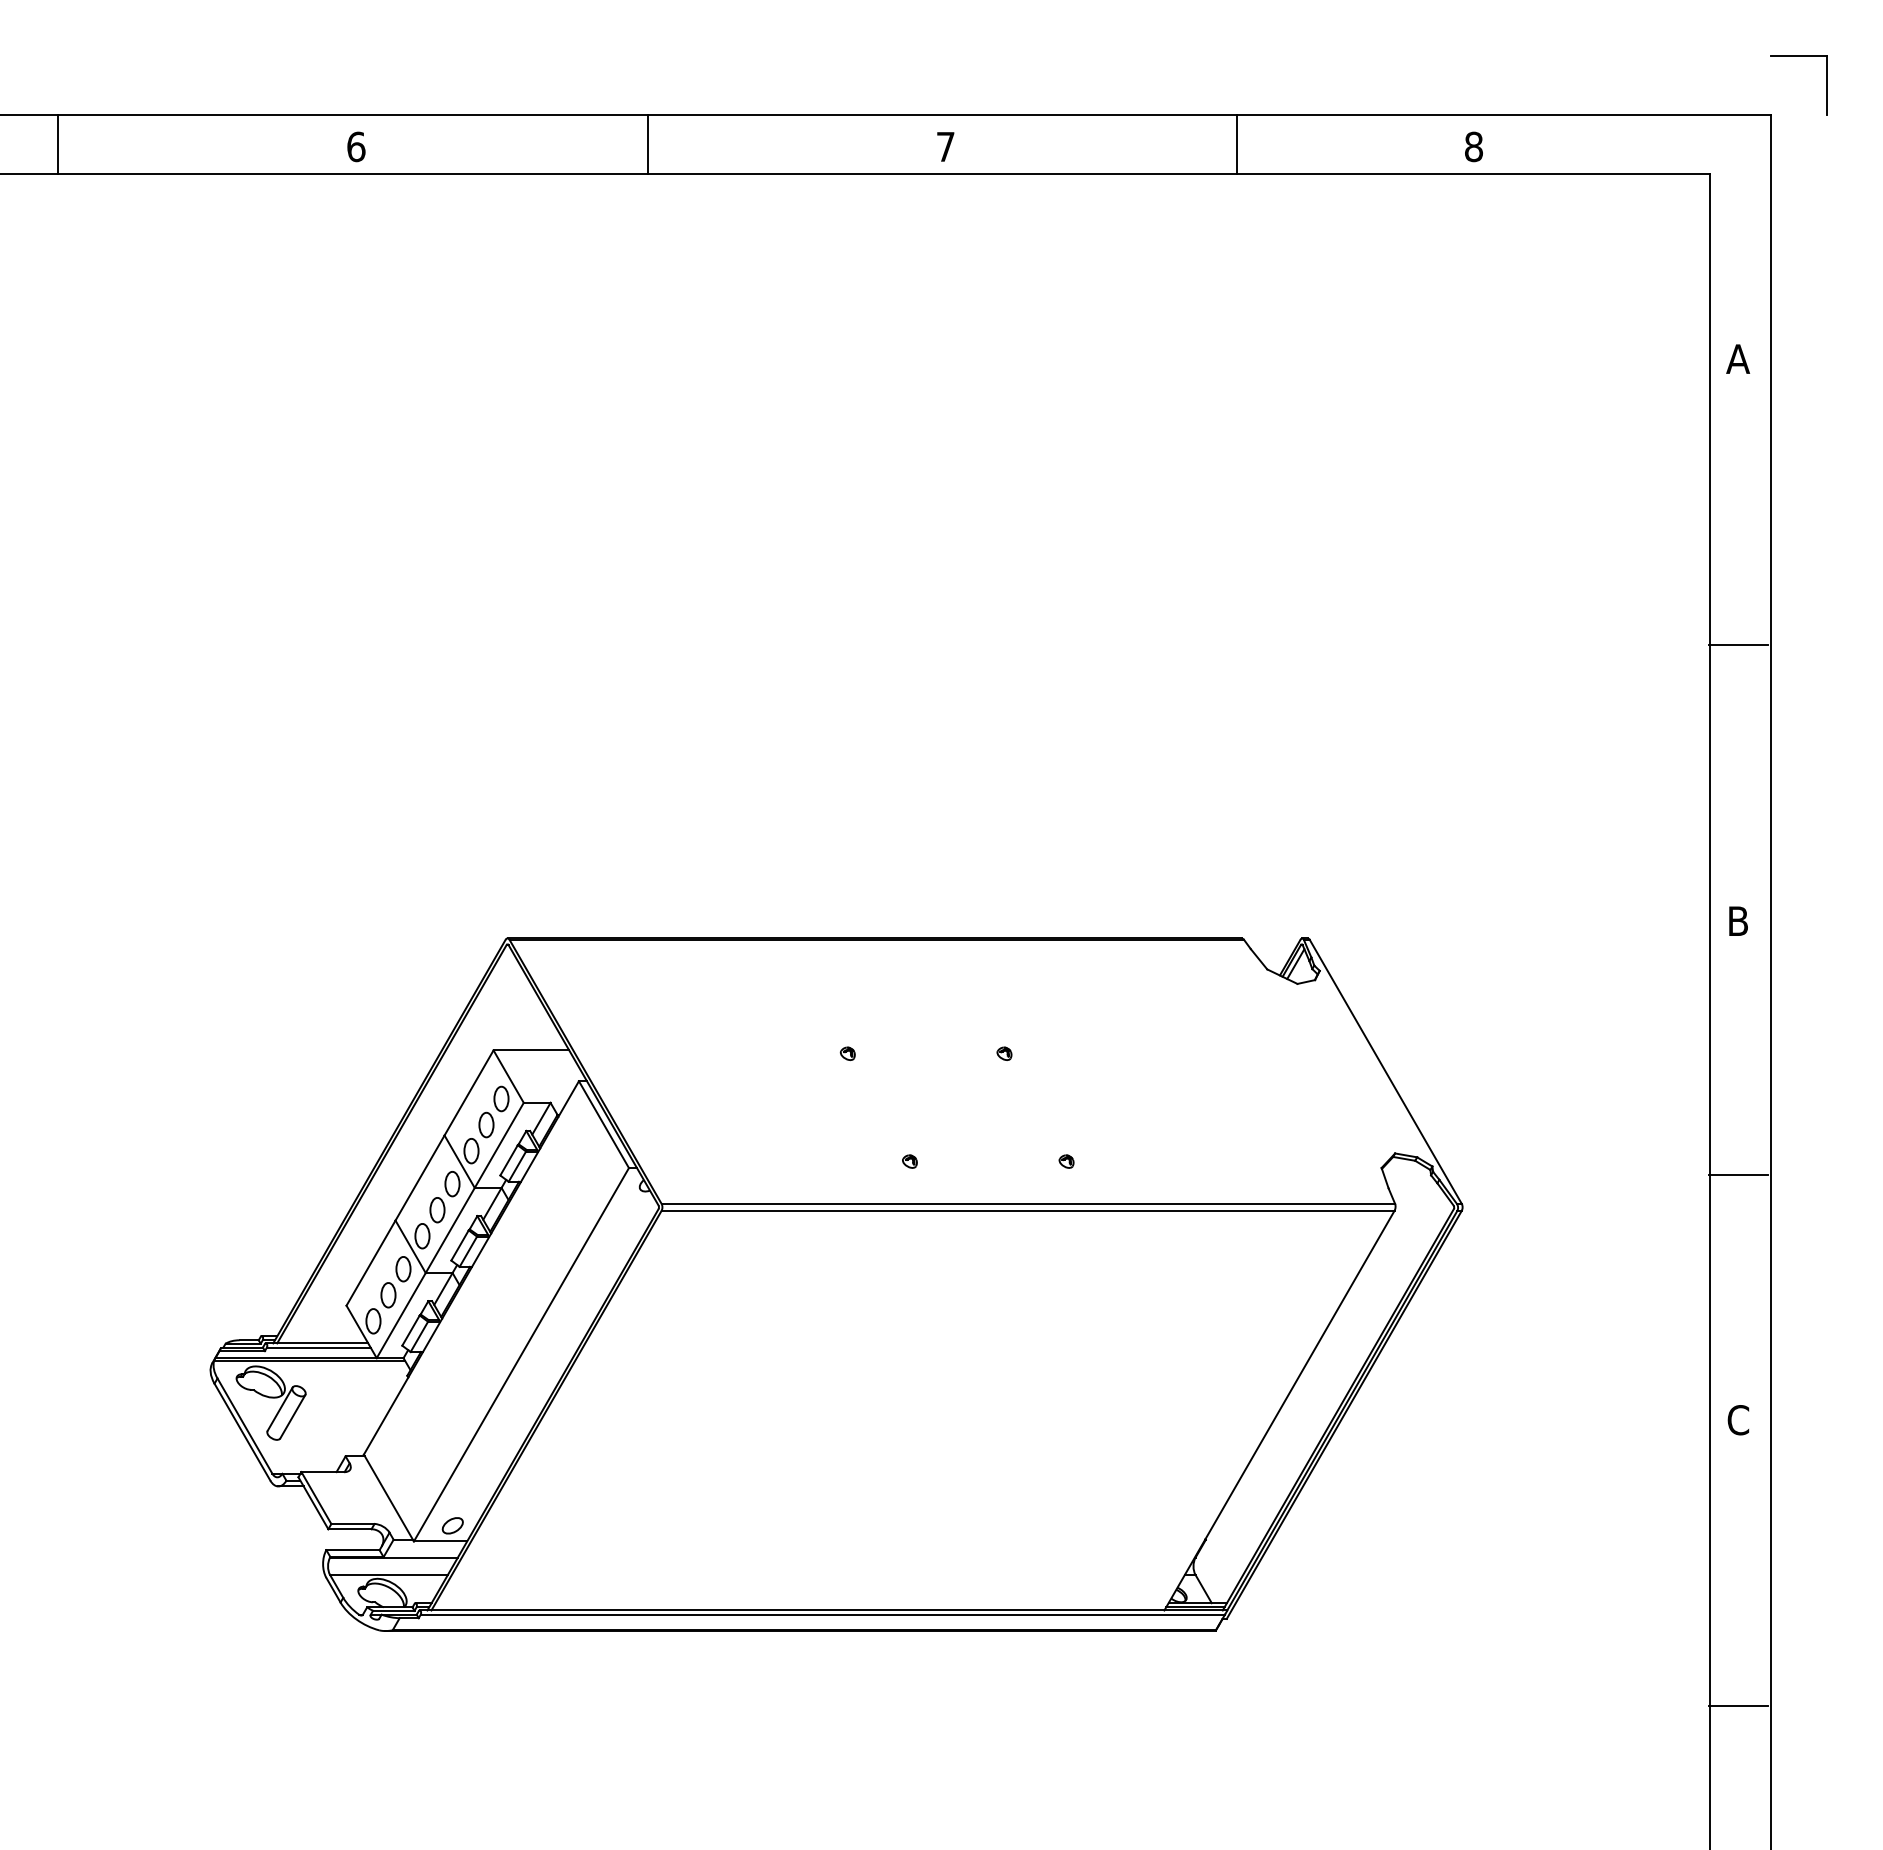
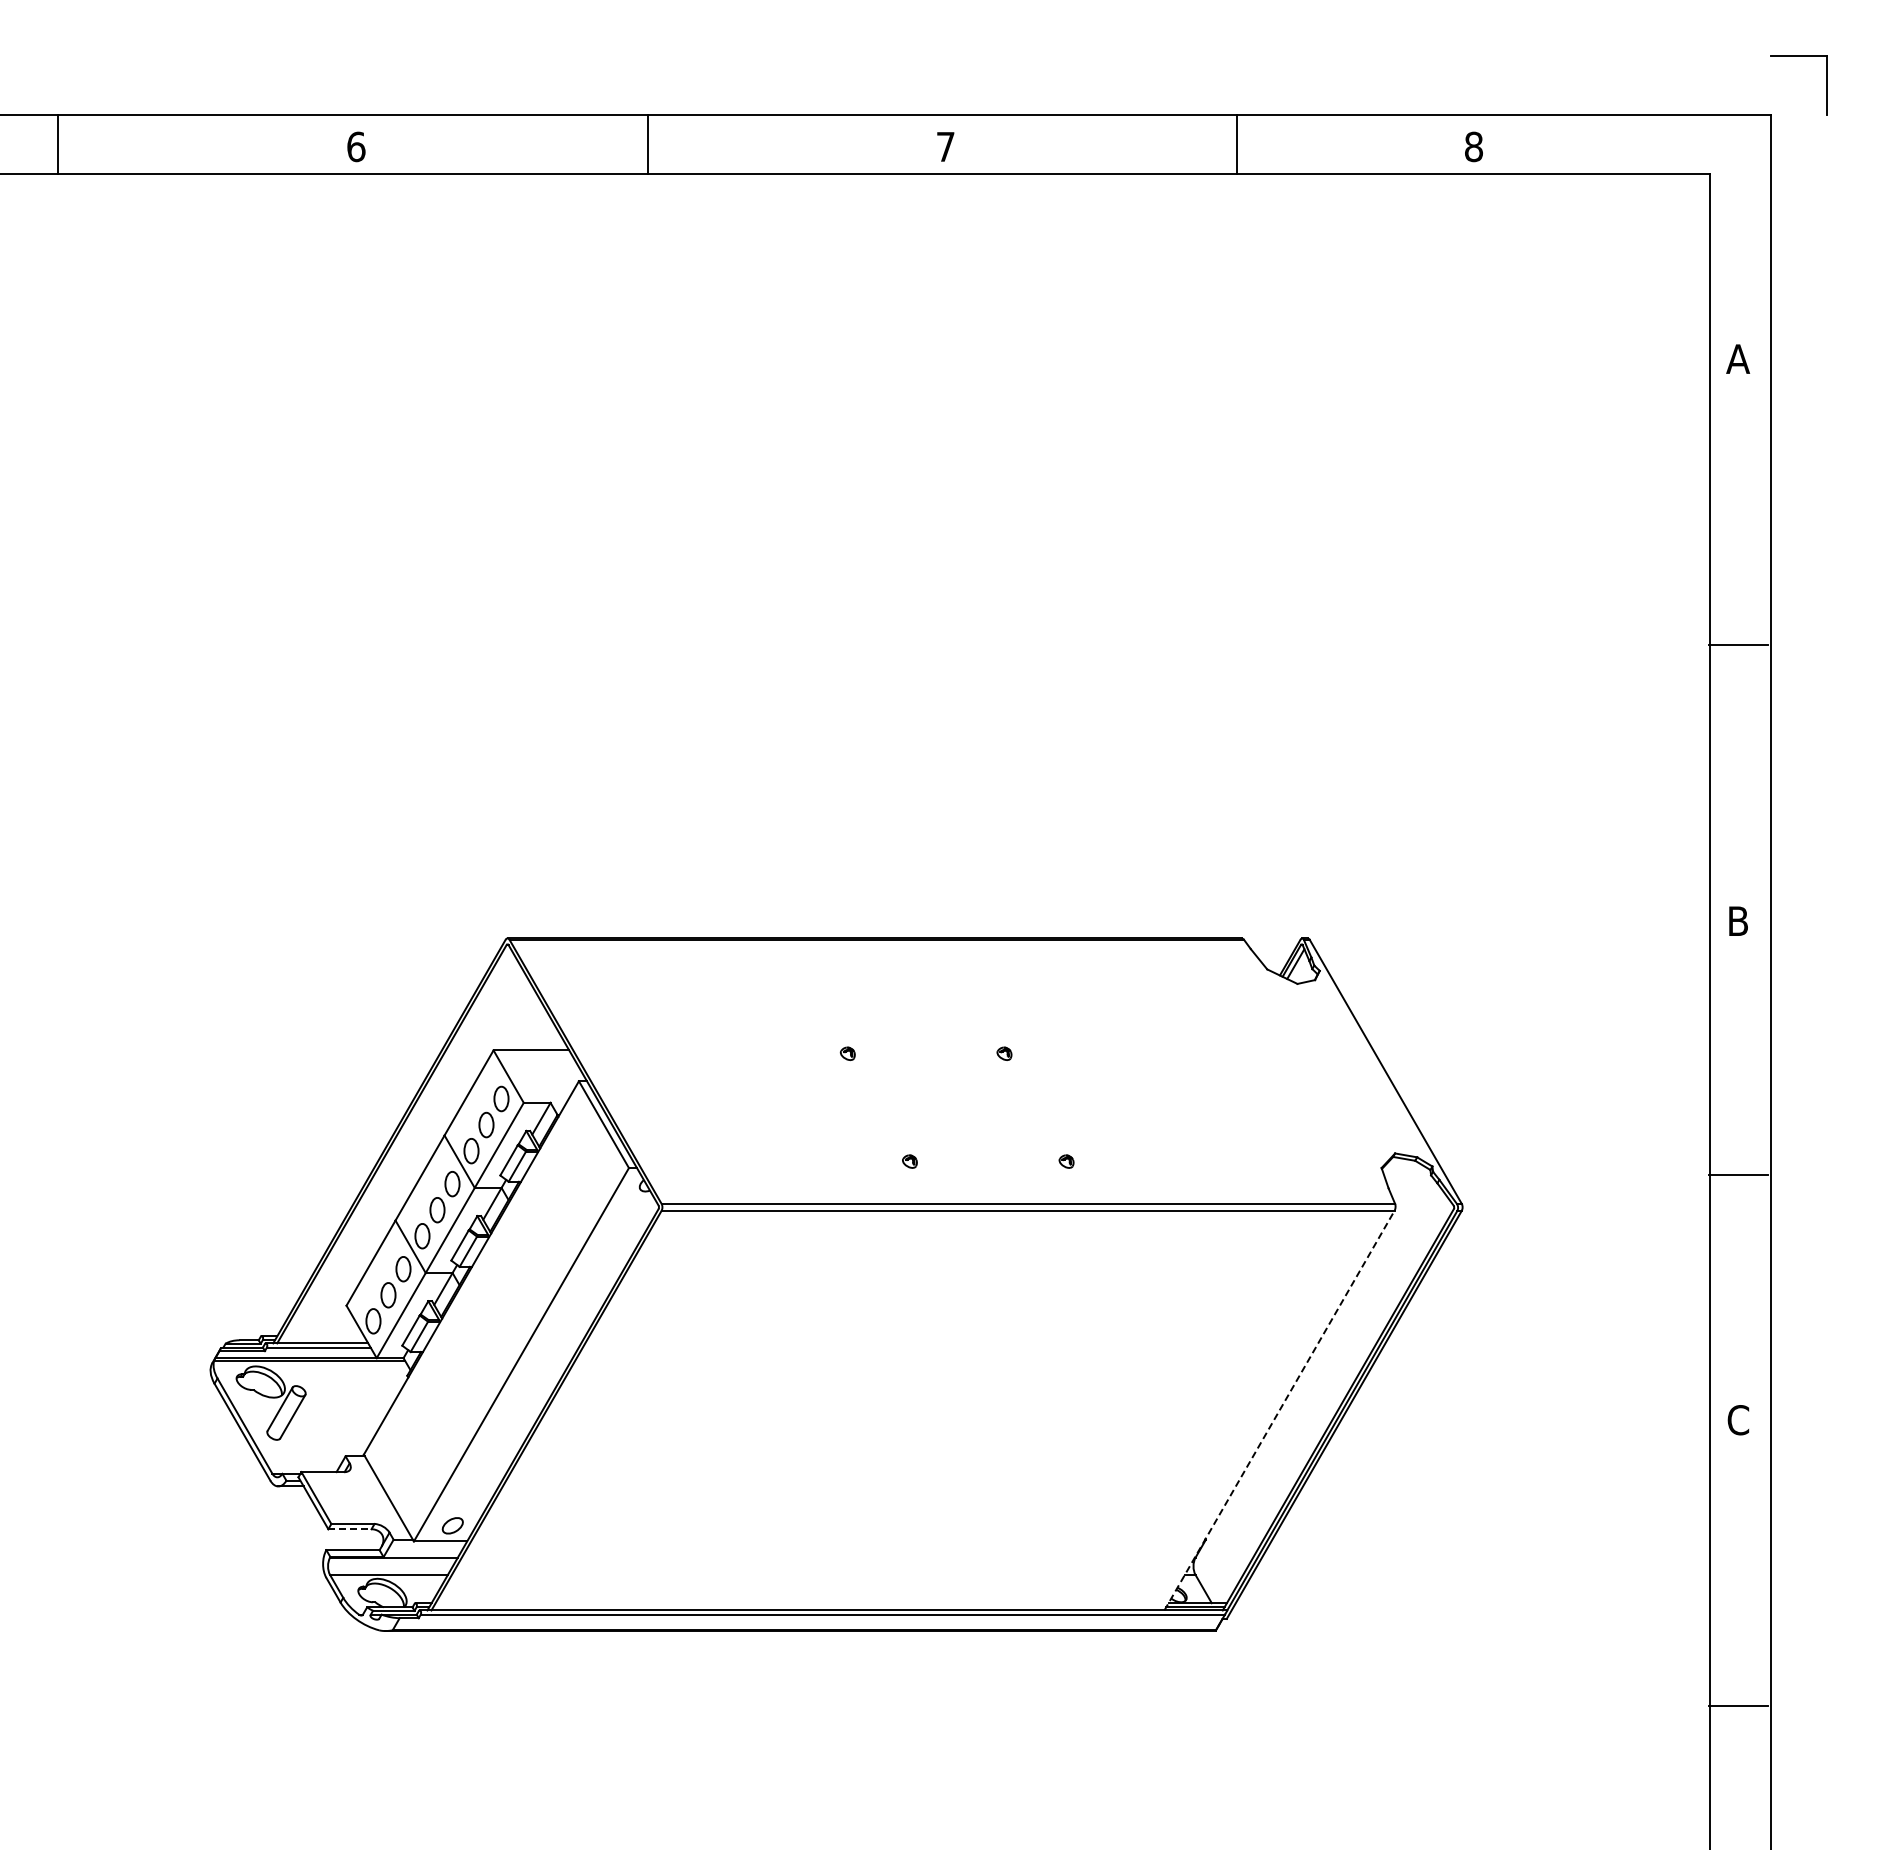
line at (1279, 1410): solid -> dashed
line at (349, 1529): solid -> dashed
